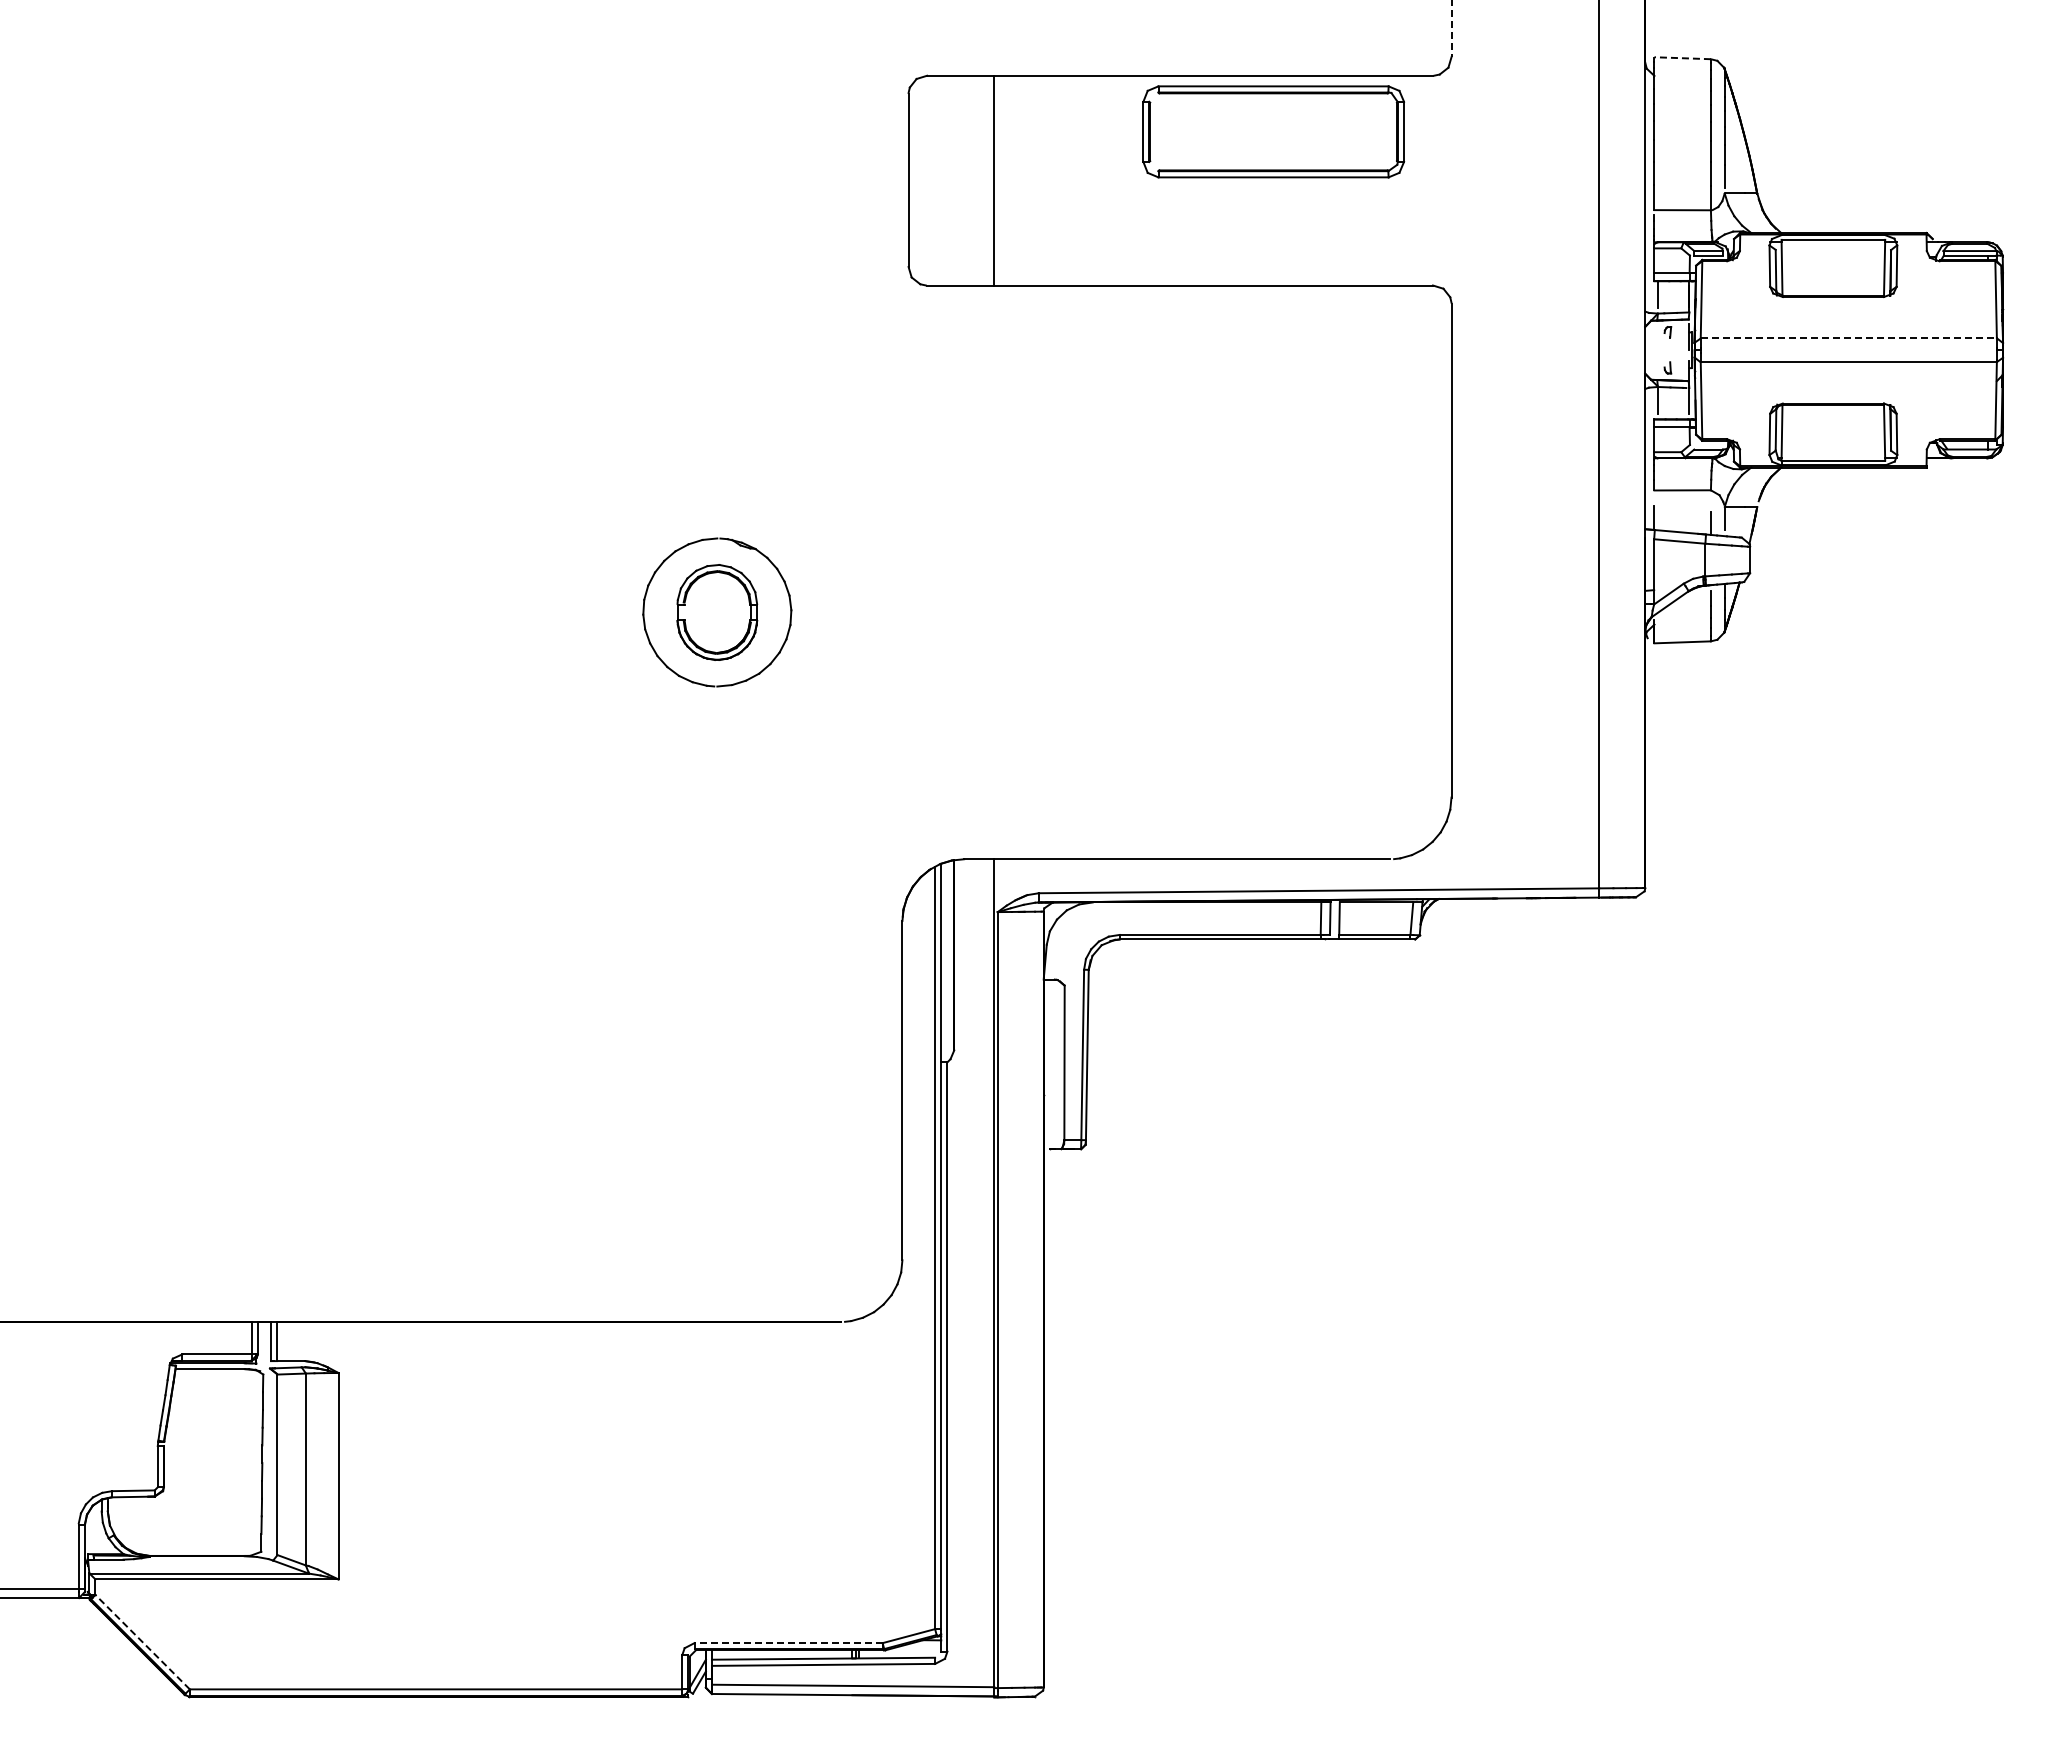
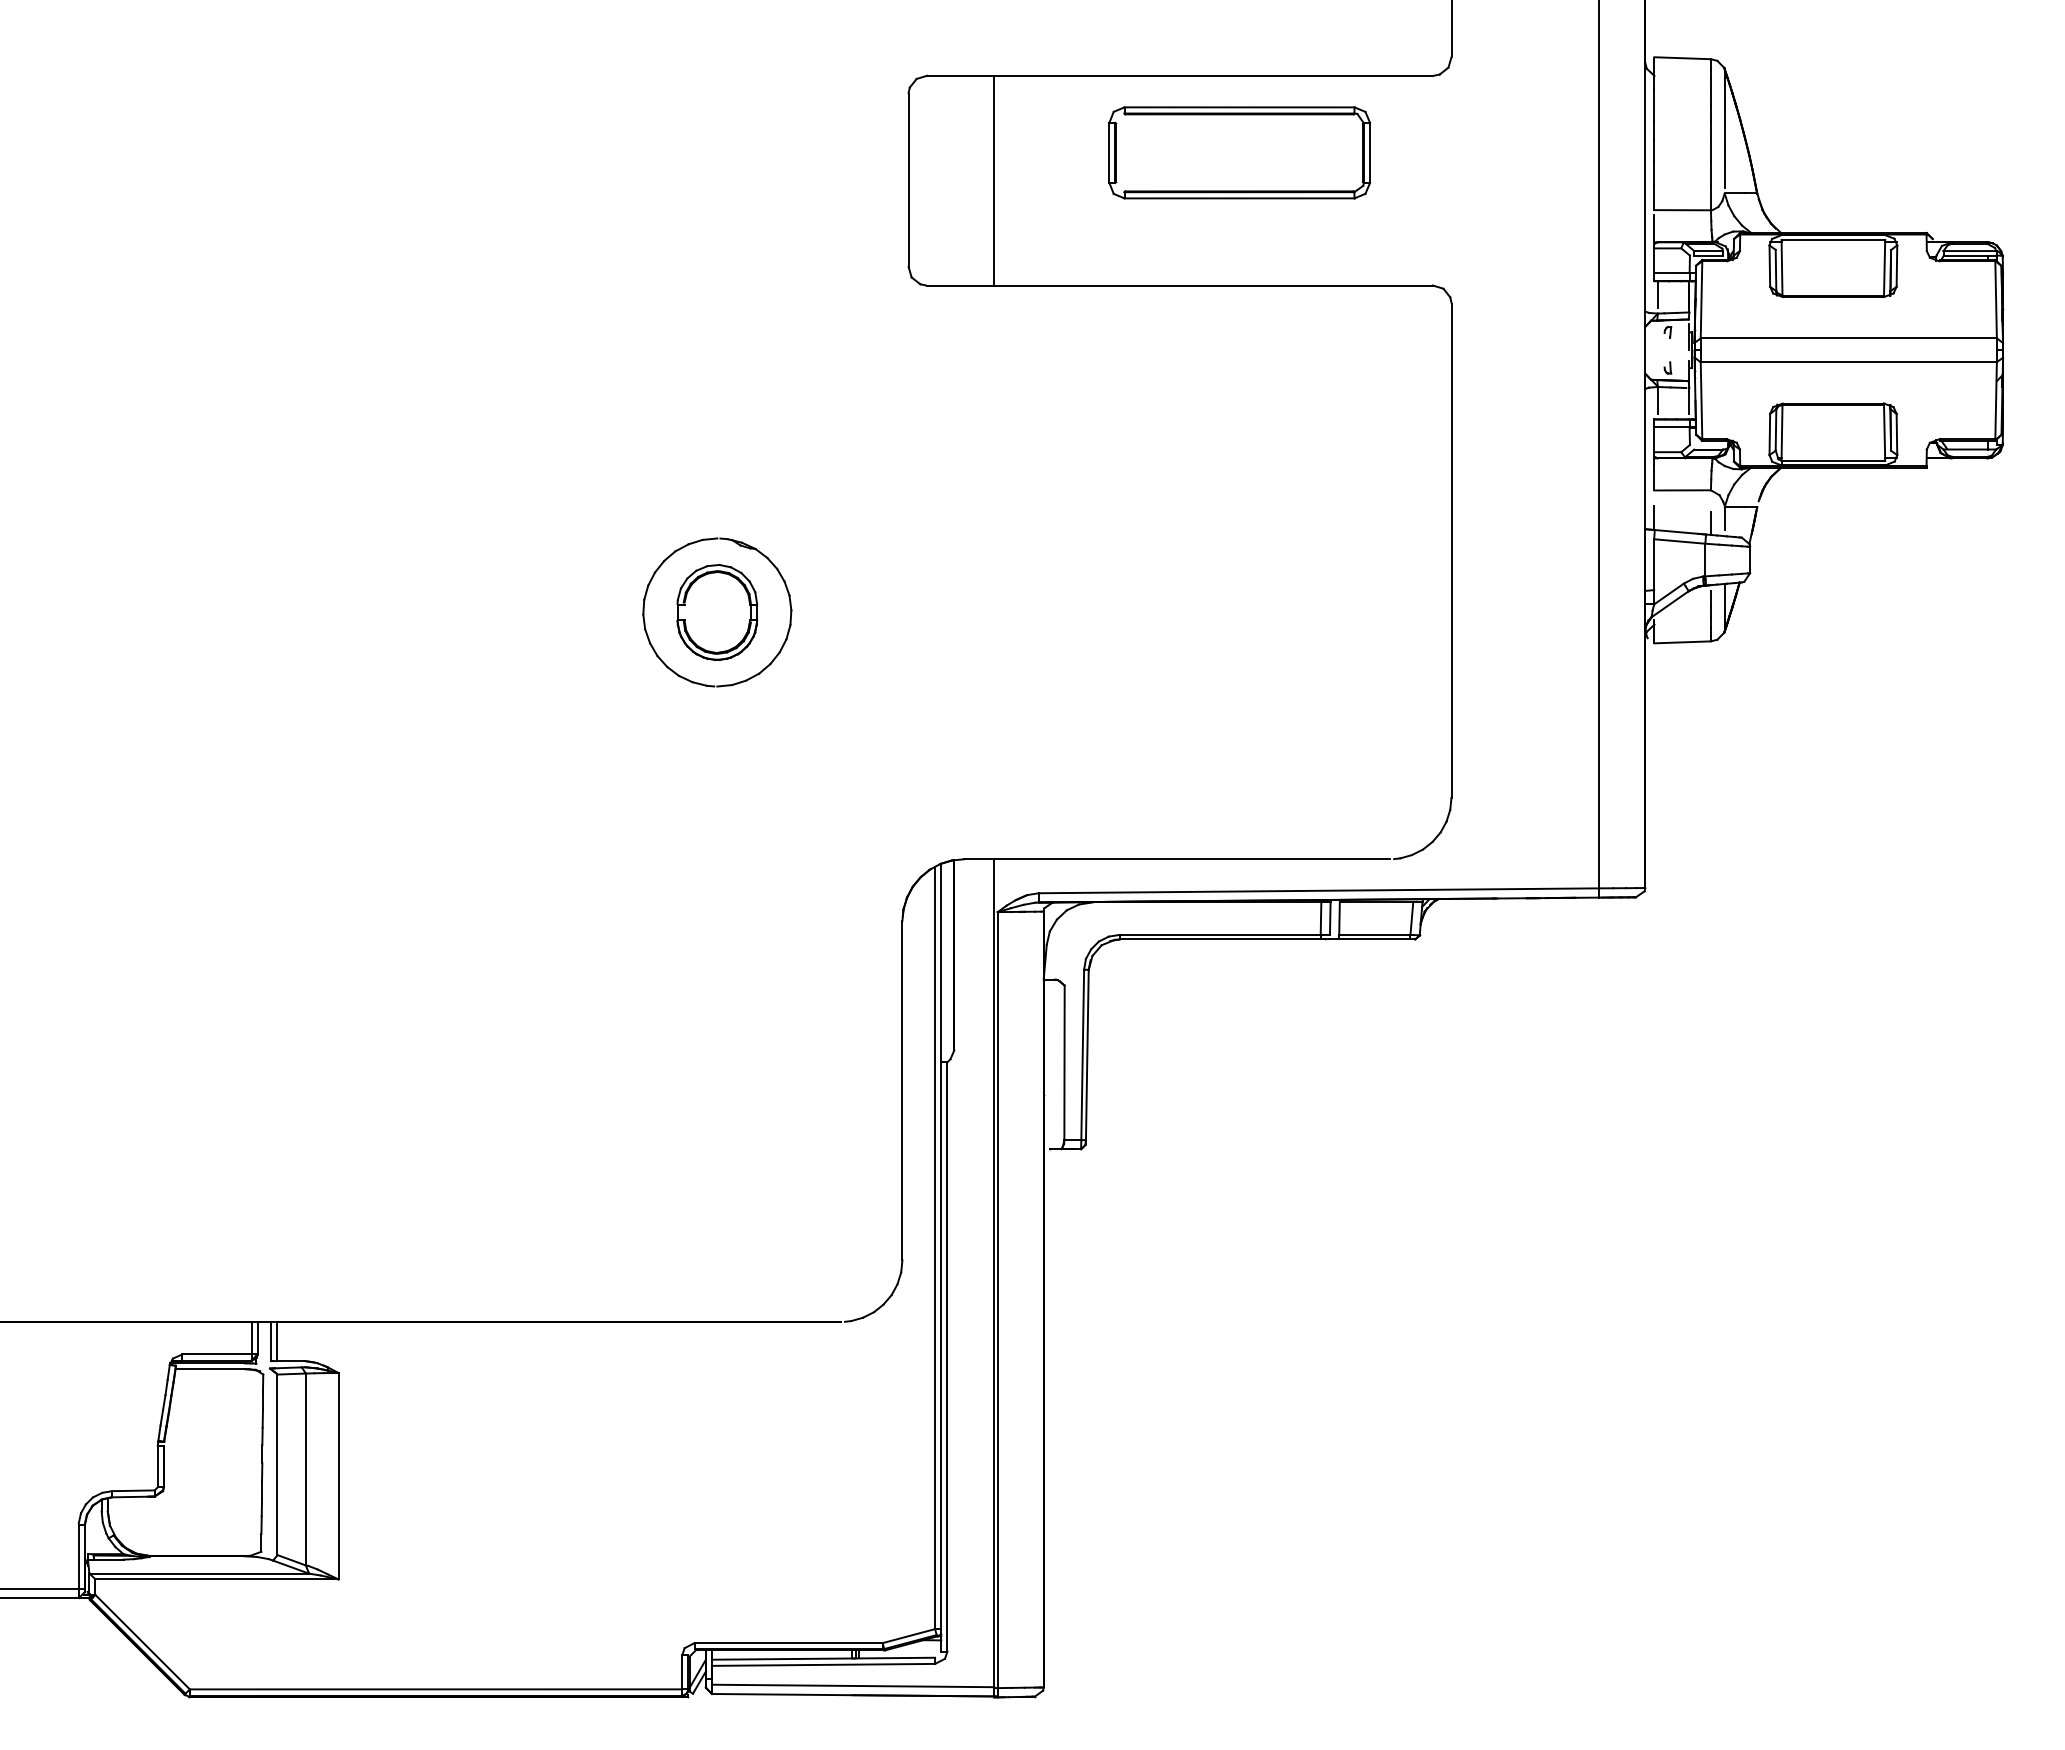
line at (1451, 29): dashed -> solid
line at (1682, 58): dashed -> solid
part at (1273, 131) position: (1273, 131) -> (1239, 152)
line at (1849, 338): dashed -> solid
line at (142, 1642): dashed -> solid
line at (788, 1643): dashed -> solid
